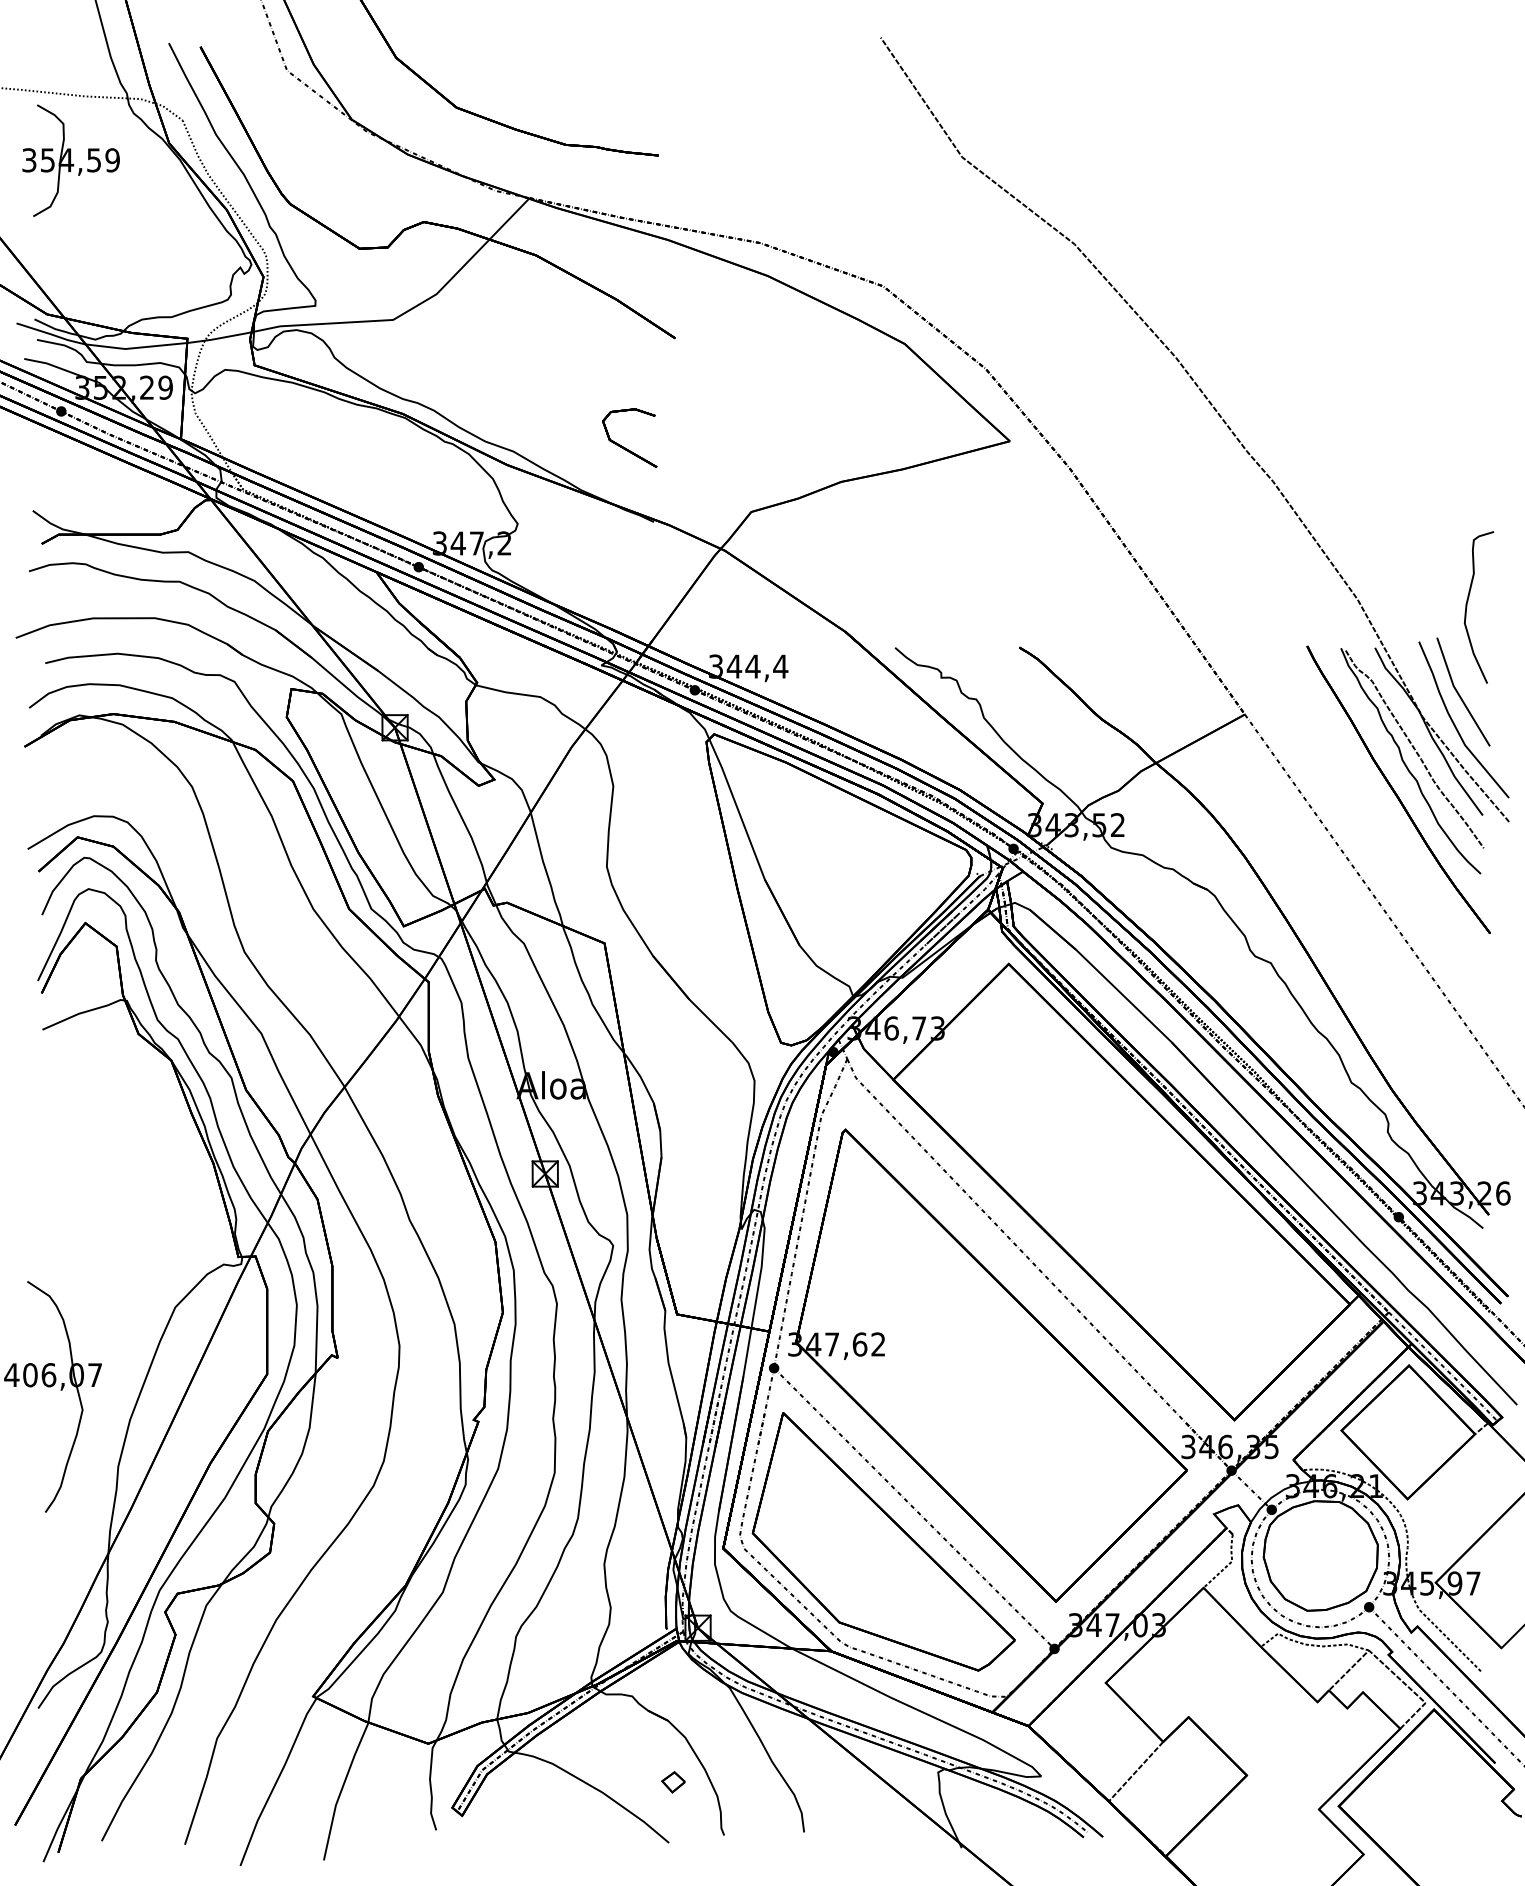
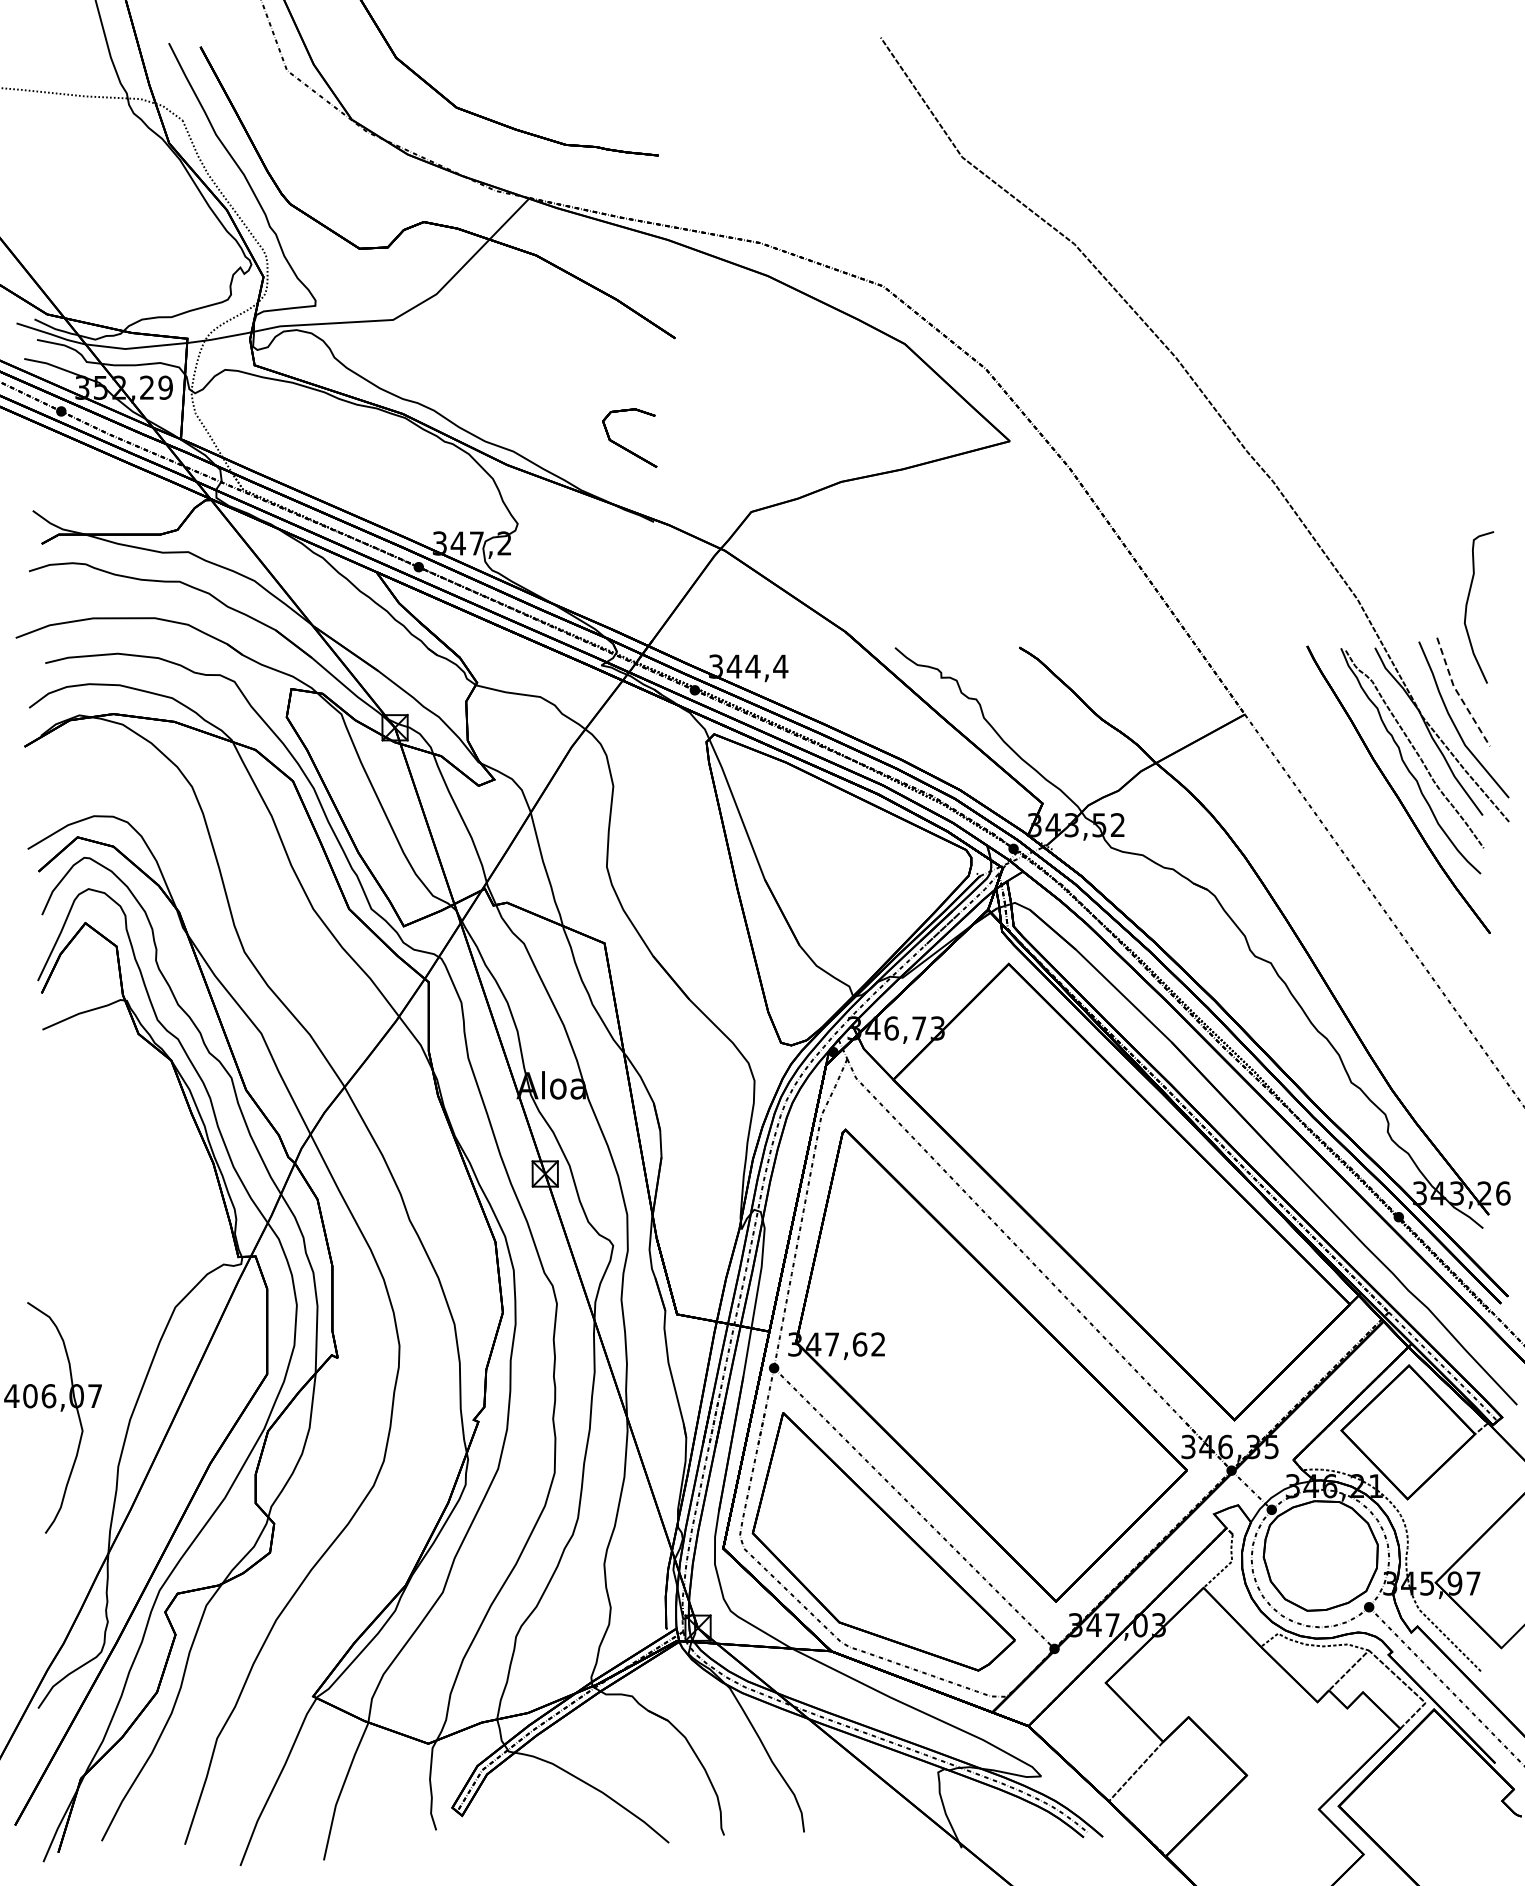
part at (70, 160): present -> none
line at (1458, 693): solid -> dashed
part at (50, 1387) position: (50, 1387) -> (50, 1408)
part at (673, 1782): present -> none
